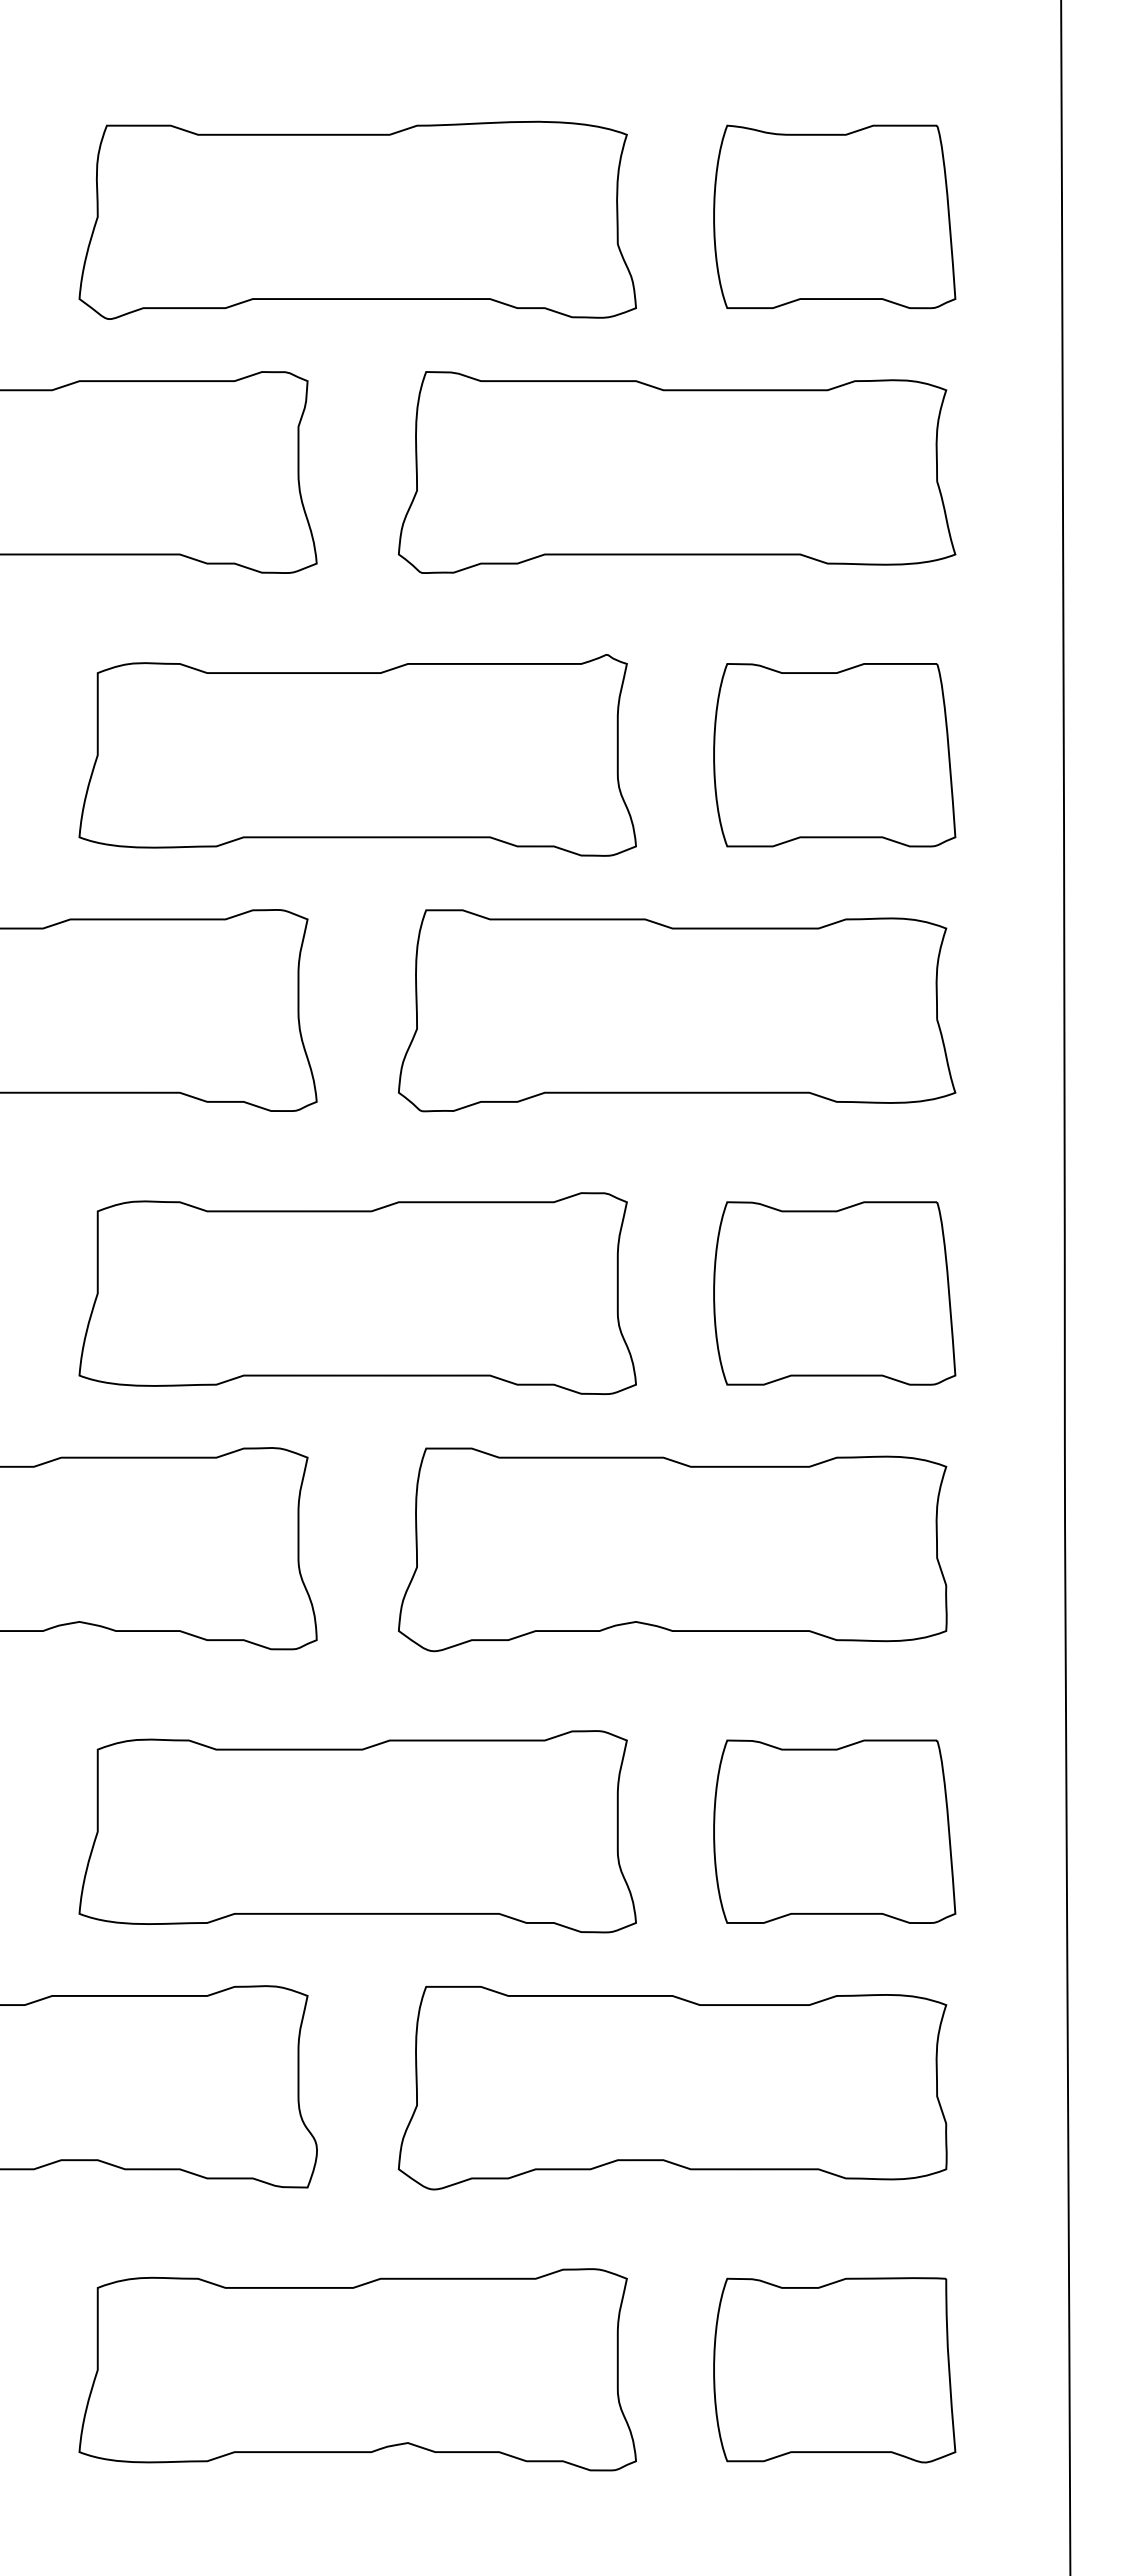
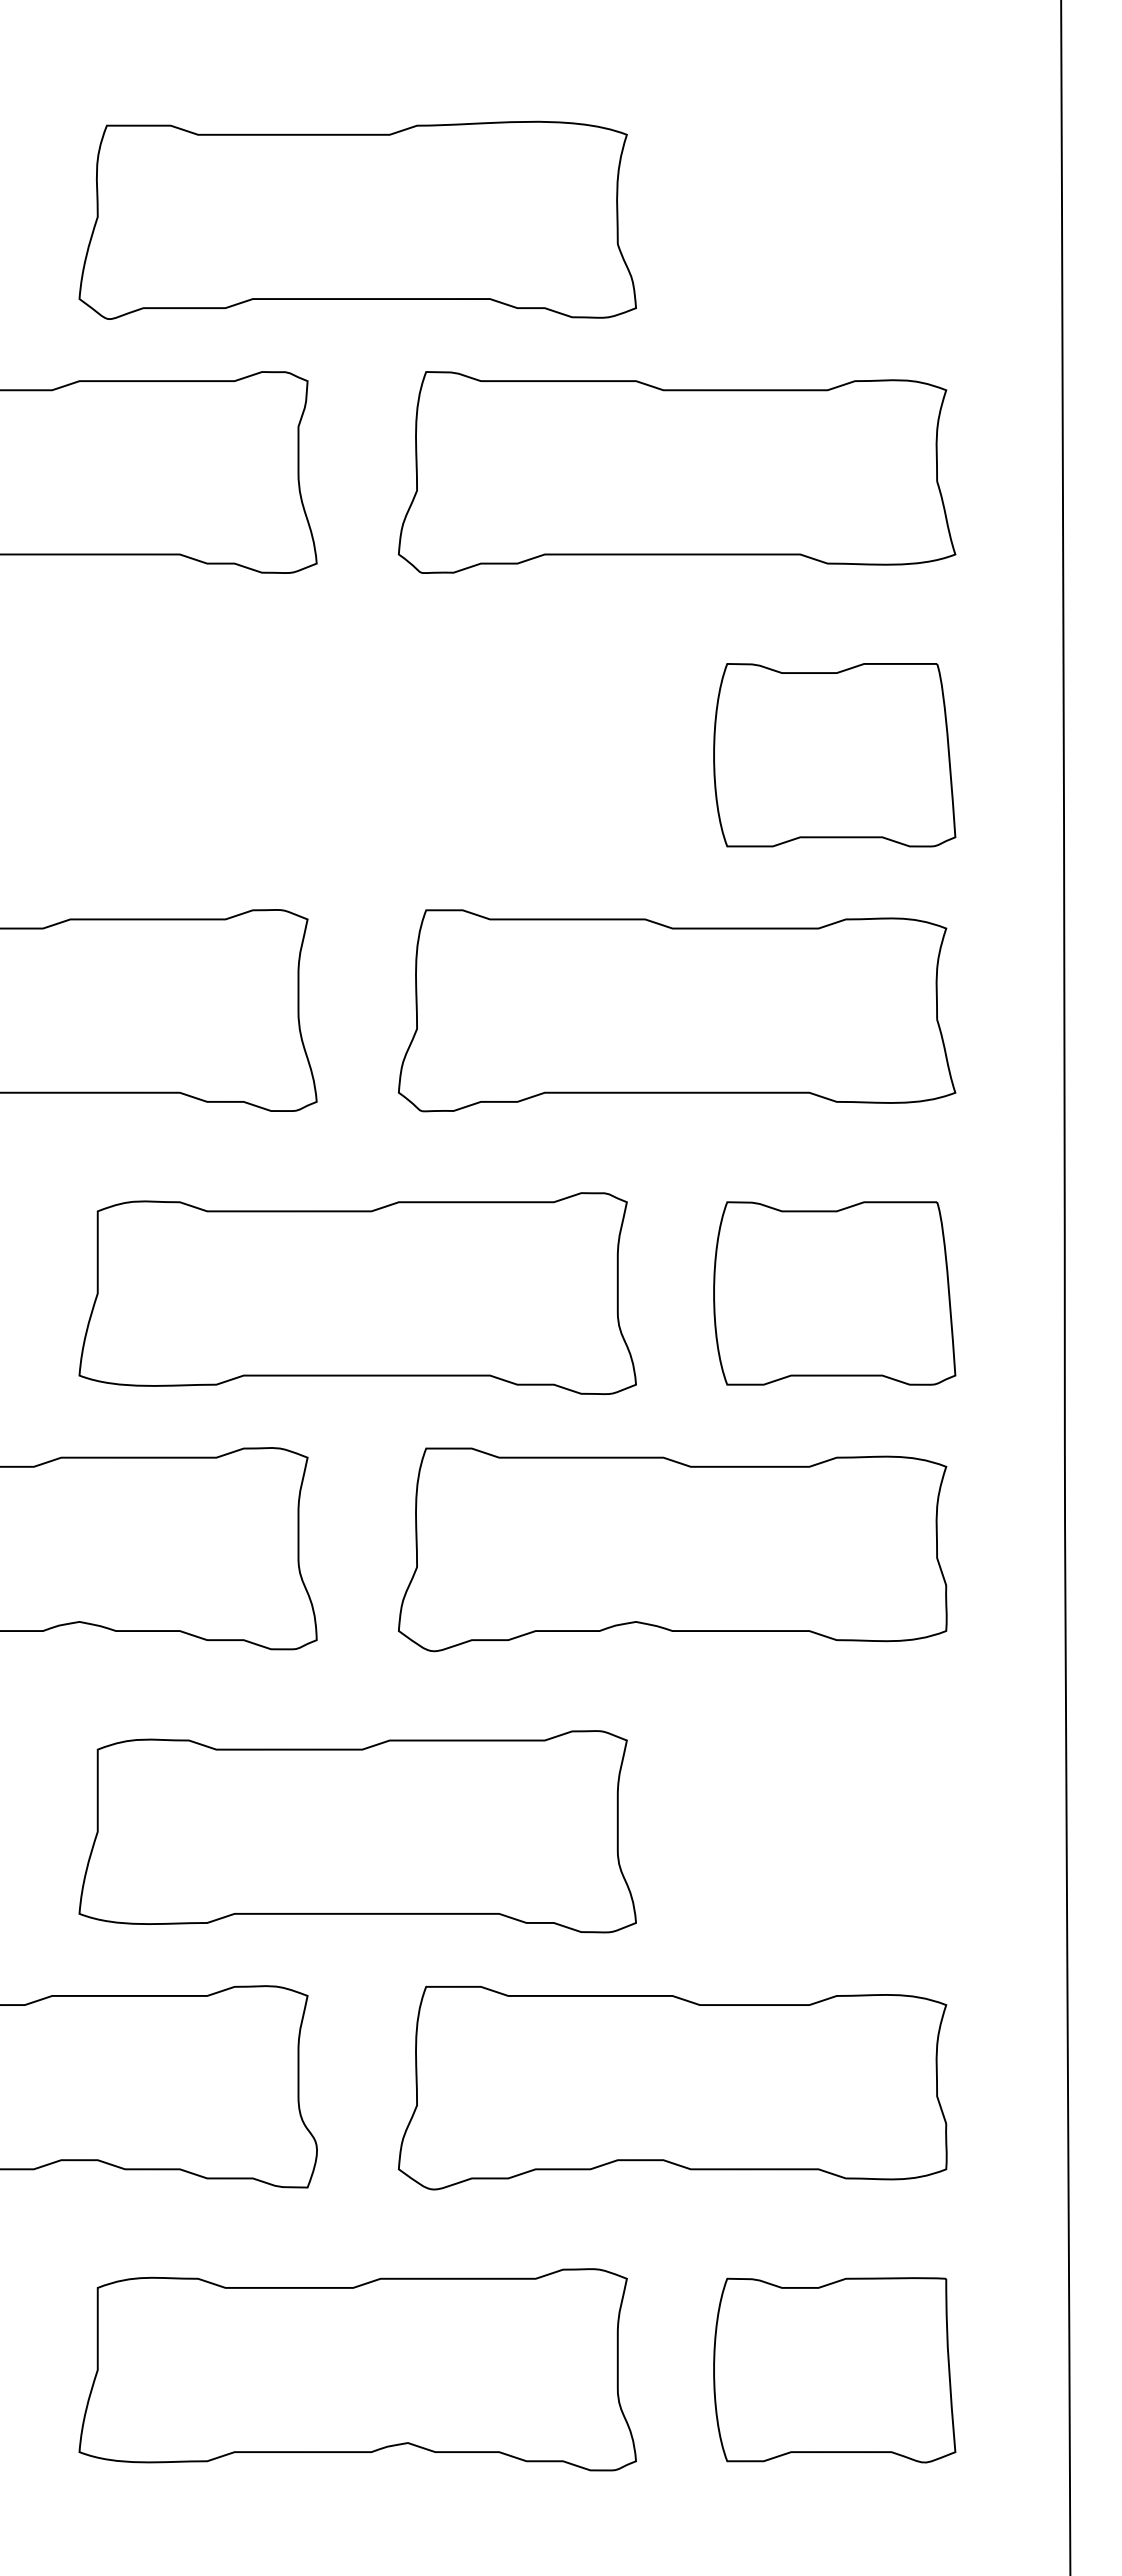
part at (834, 216): present -> none
part at (357, 754): present -> none
part at (834, 1831): present -> none
